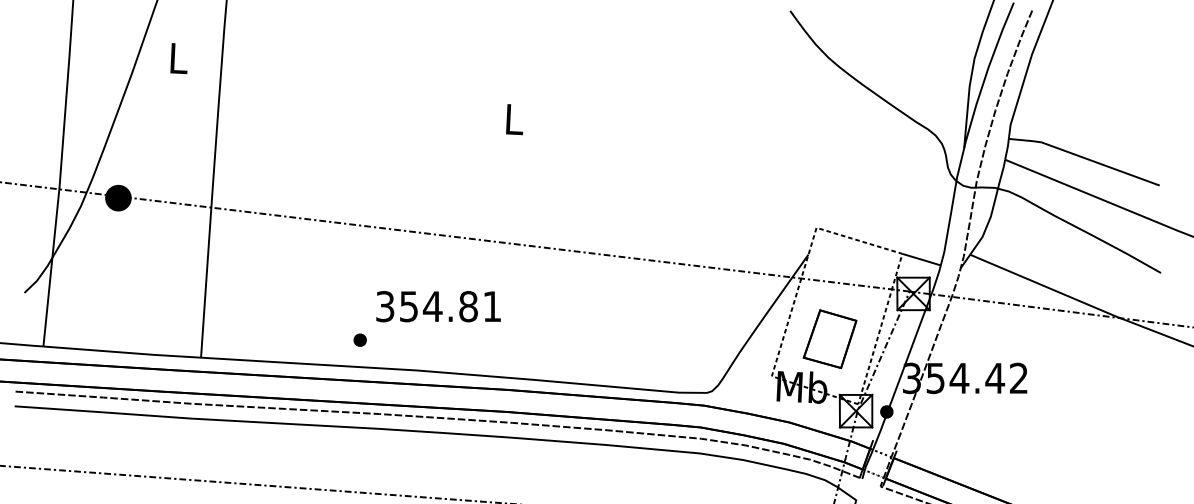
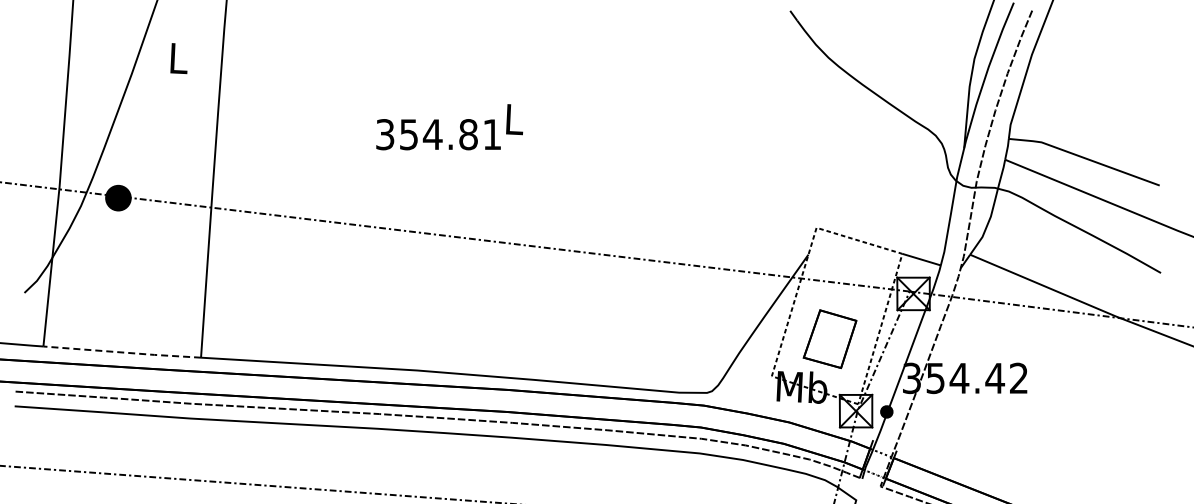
text at (438, 306) position: (438, 306) -> (438, 134)
part at (359, 339): present -> none
line at (122, 352): solid -> dashed
